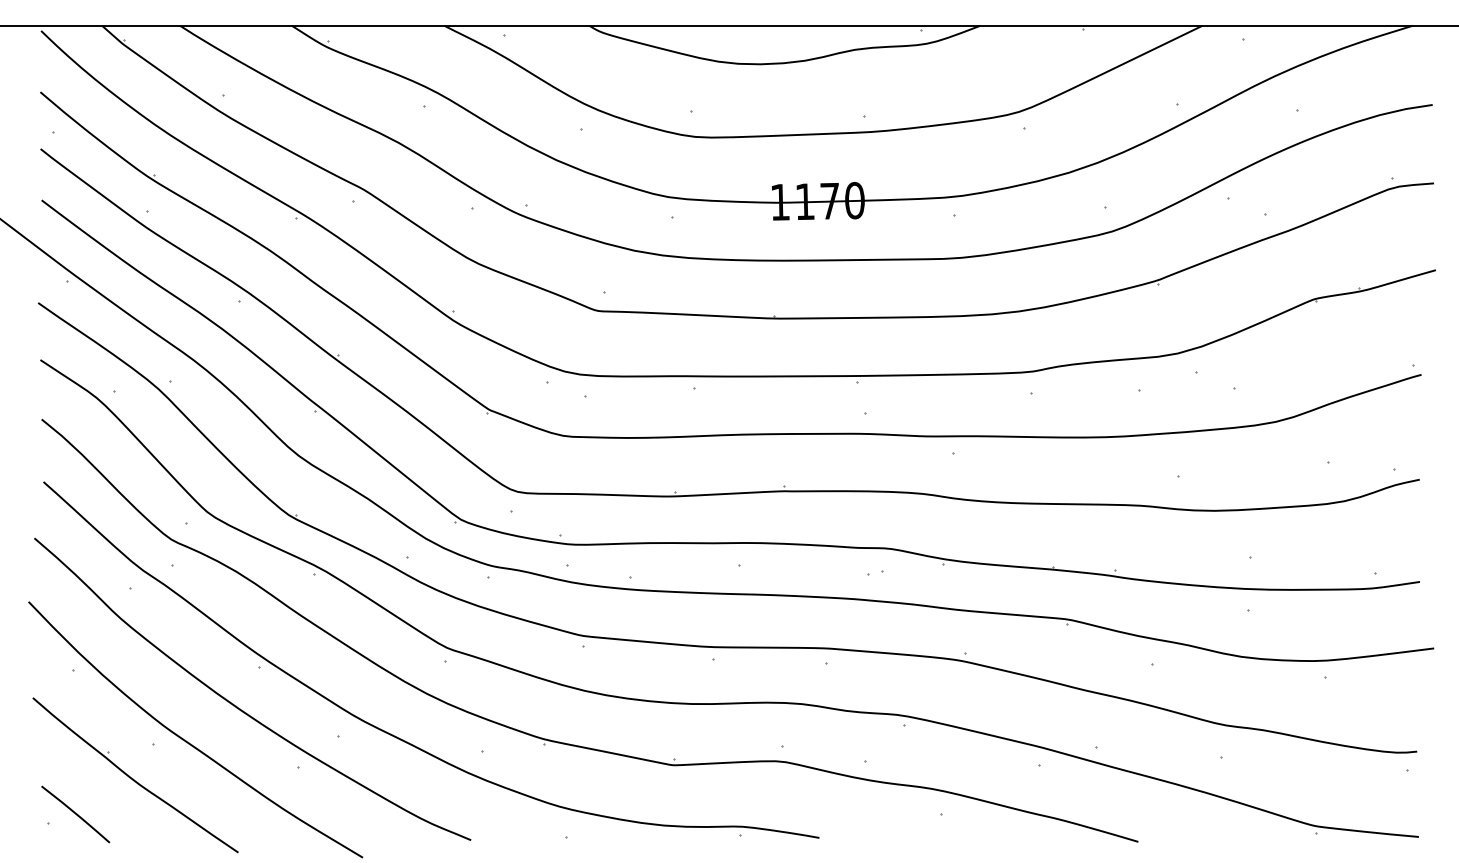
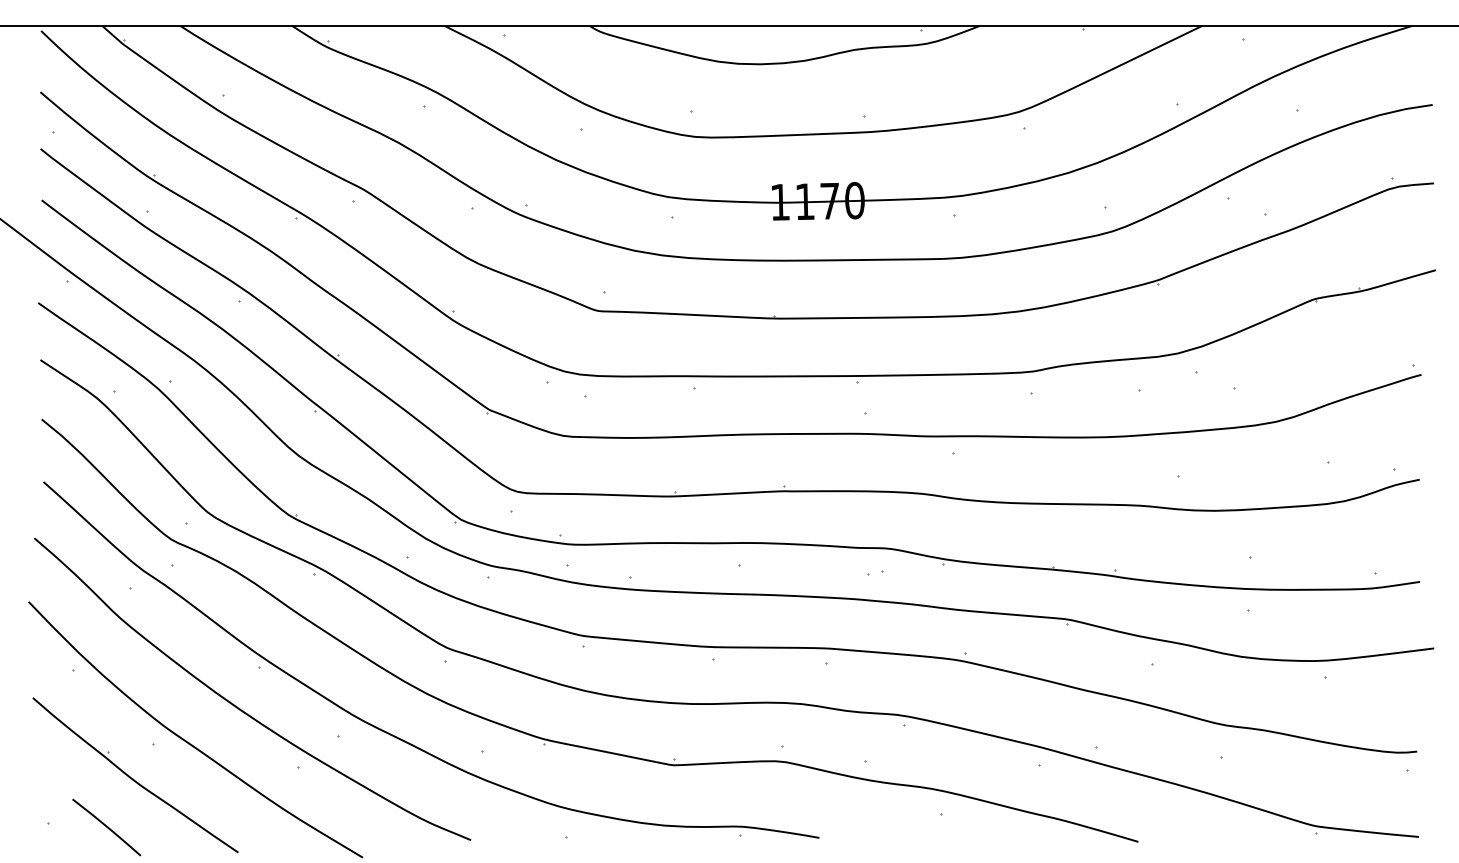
line at (75, 814) position: (75, 814) -> (106, 827)
